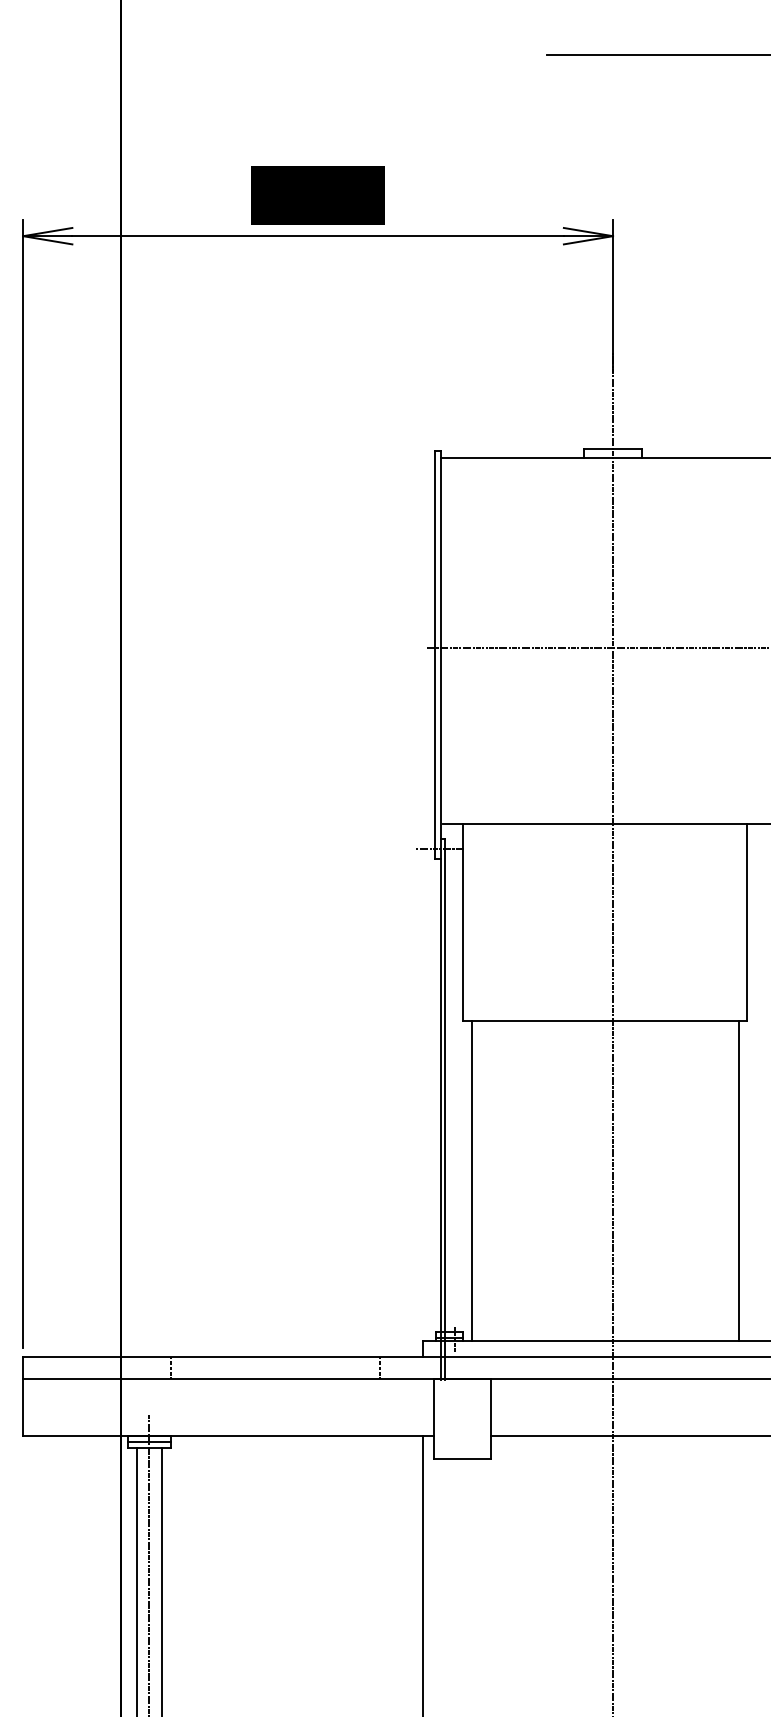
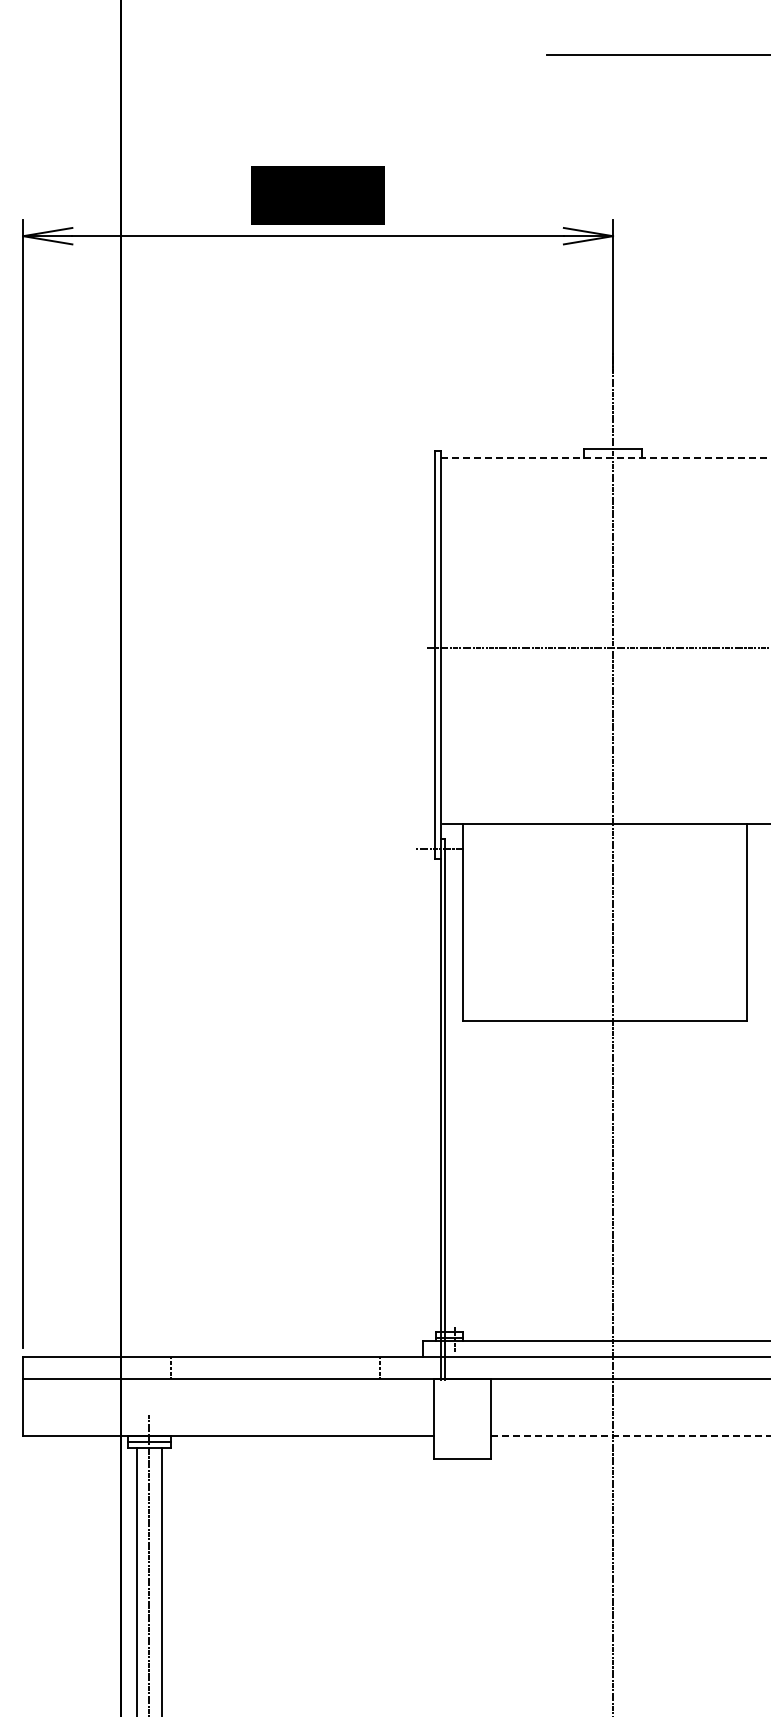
line at (606, 457): solid -> dashed
line at (471, 1180): present -> none
line at (738, 1180): present -> none
line at (631, 1436): solid -> dashed
line at (422, 1574): present -> none
